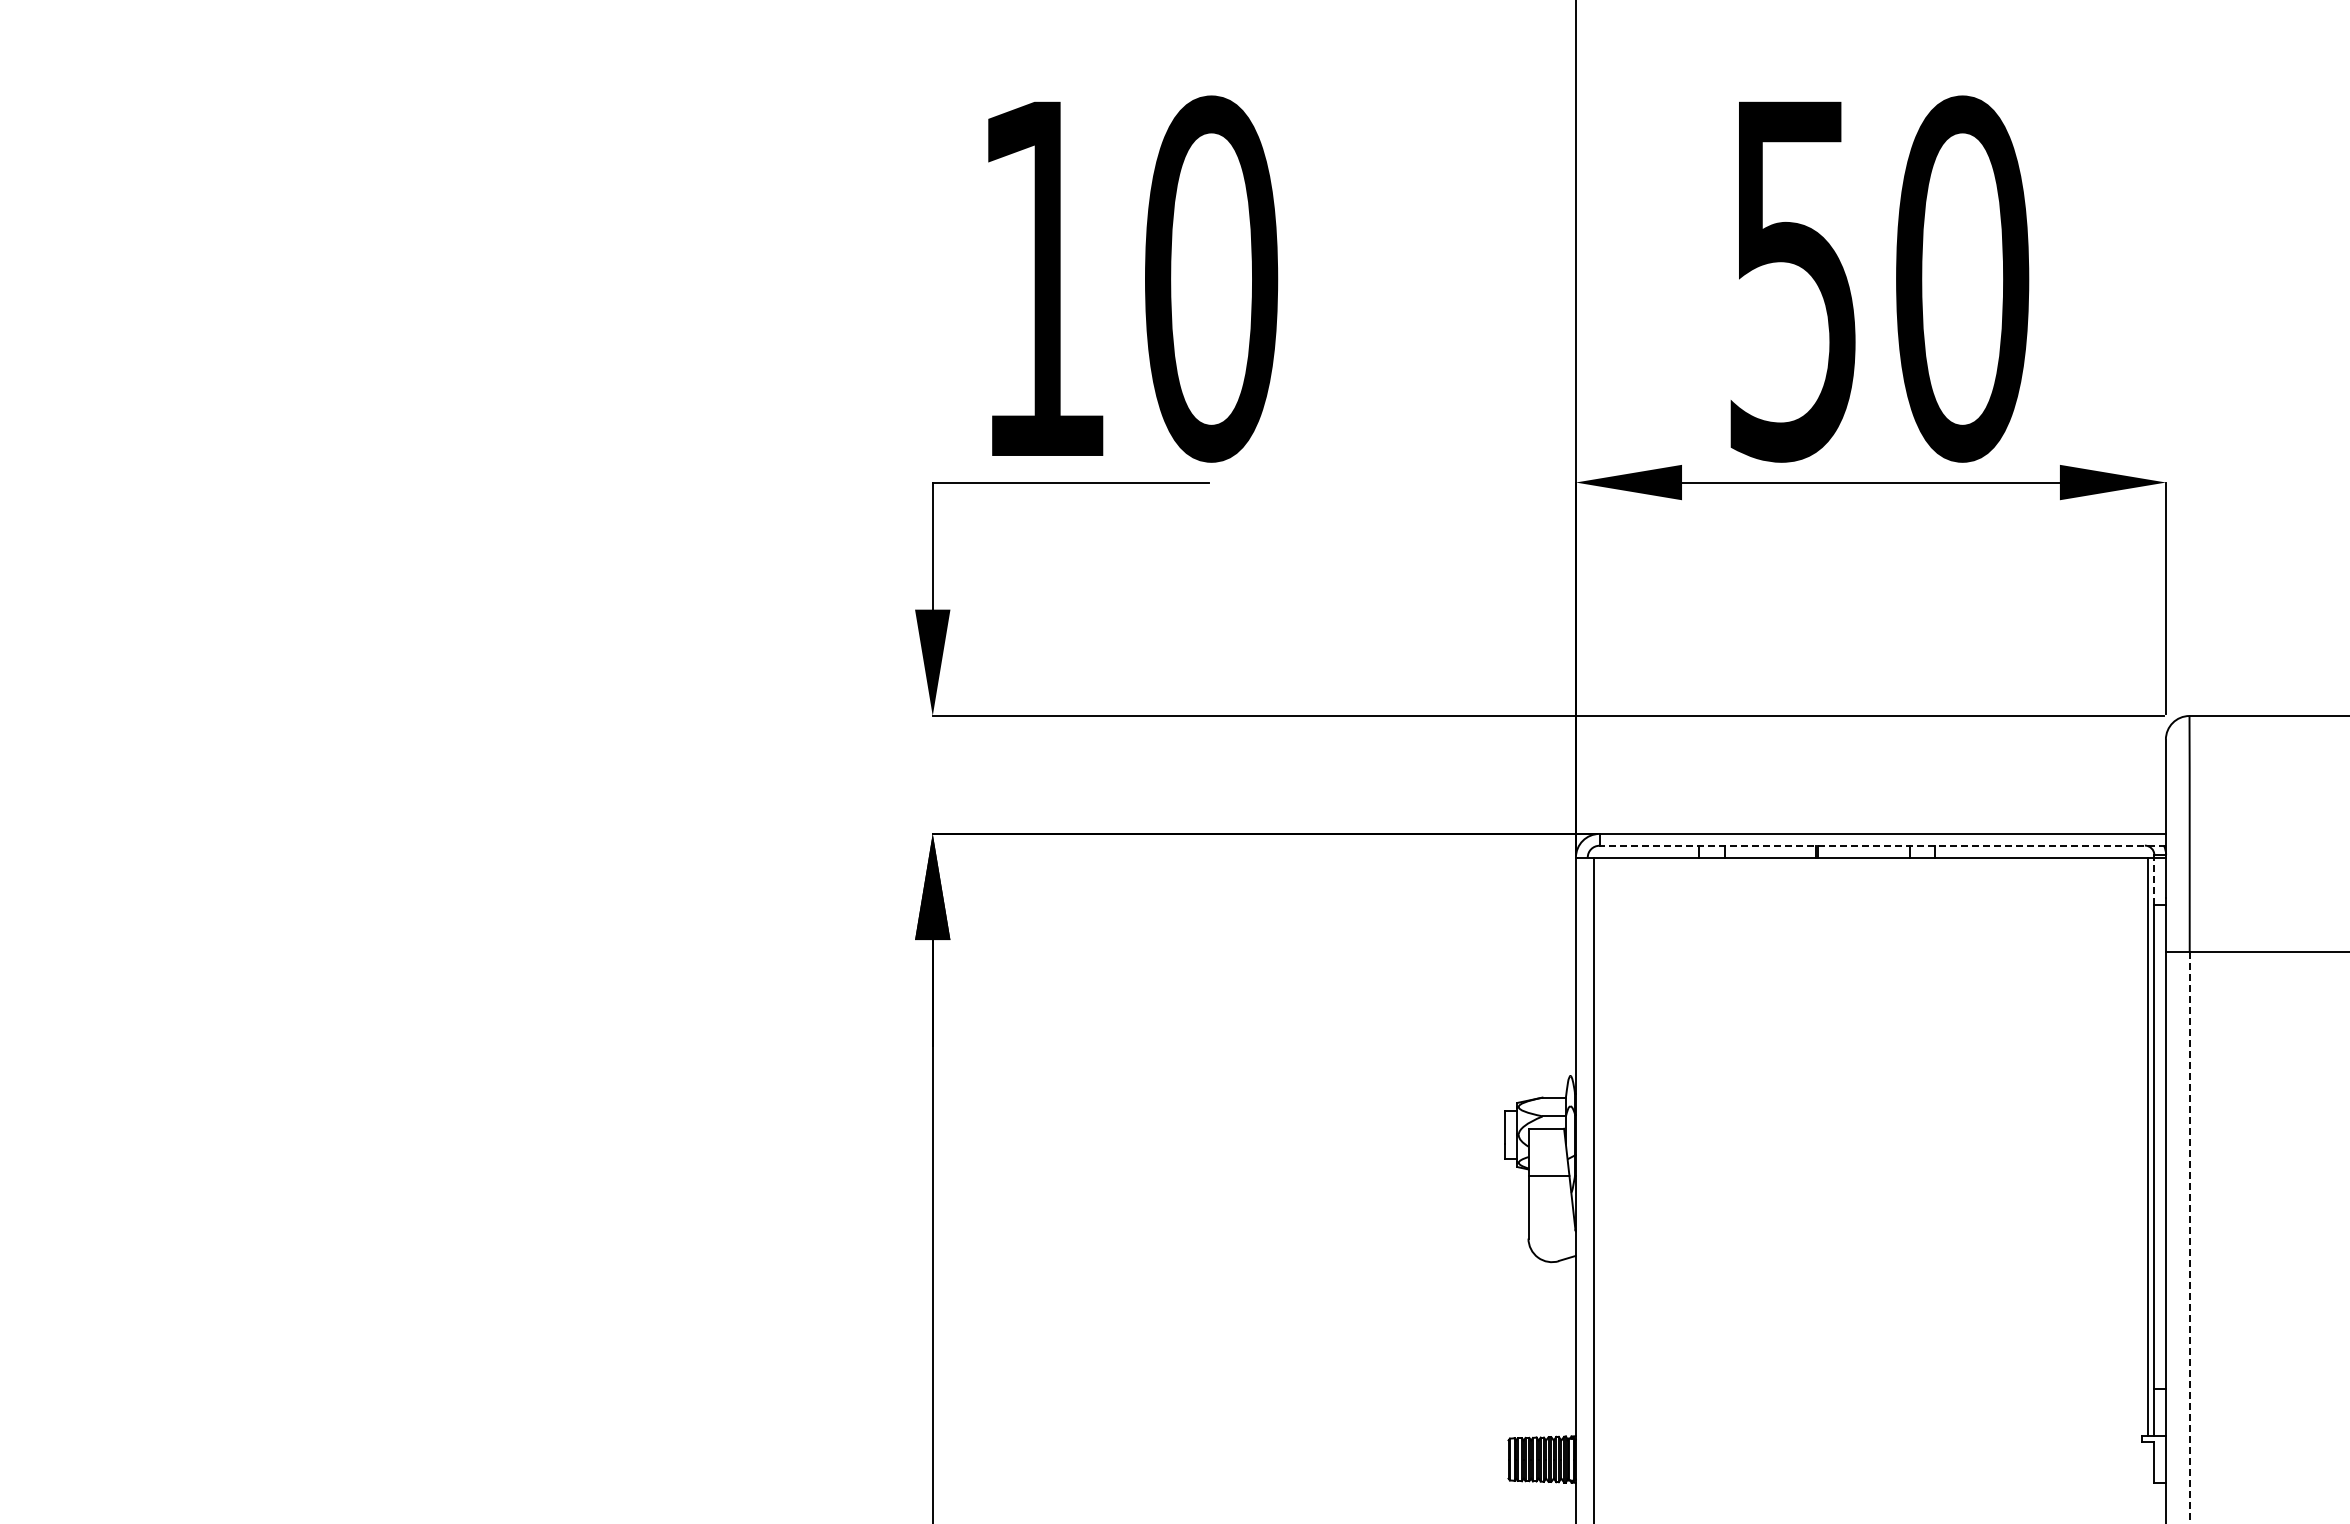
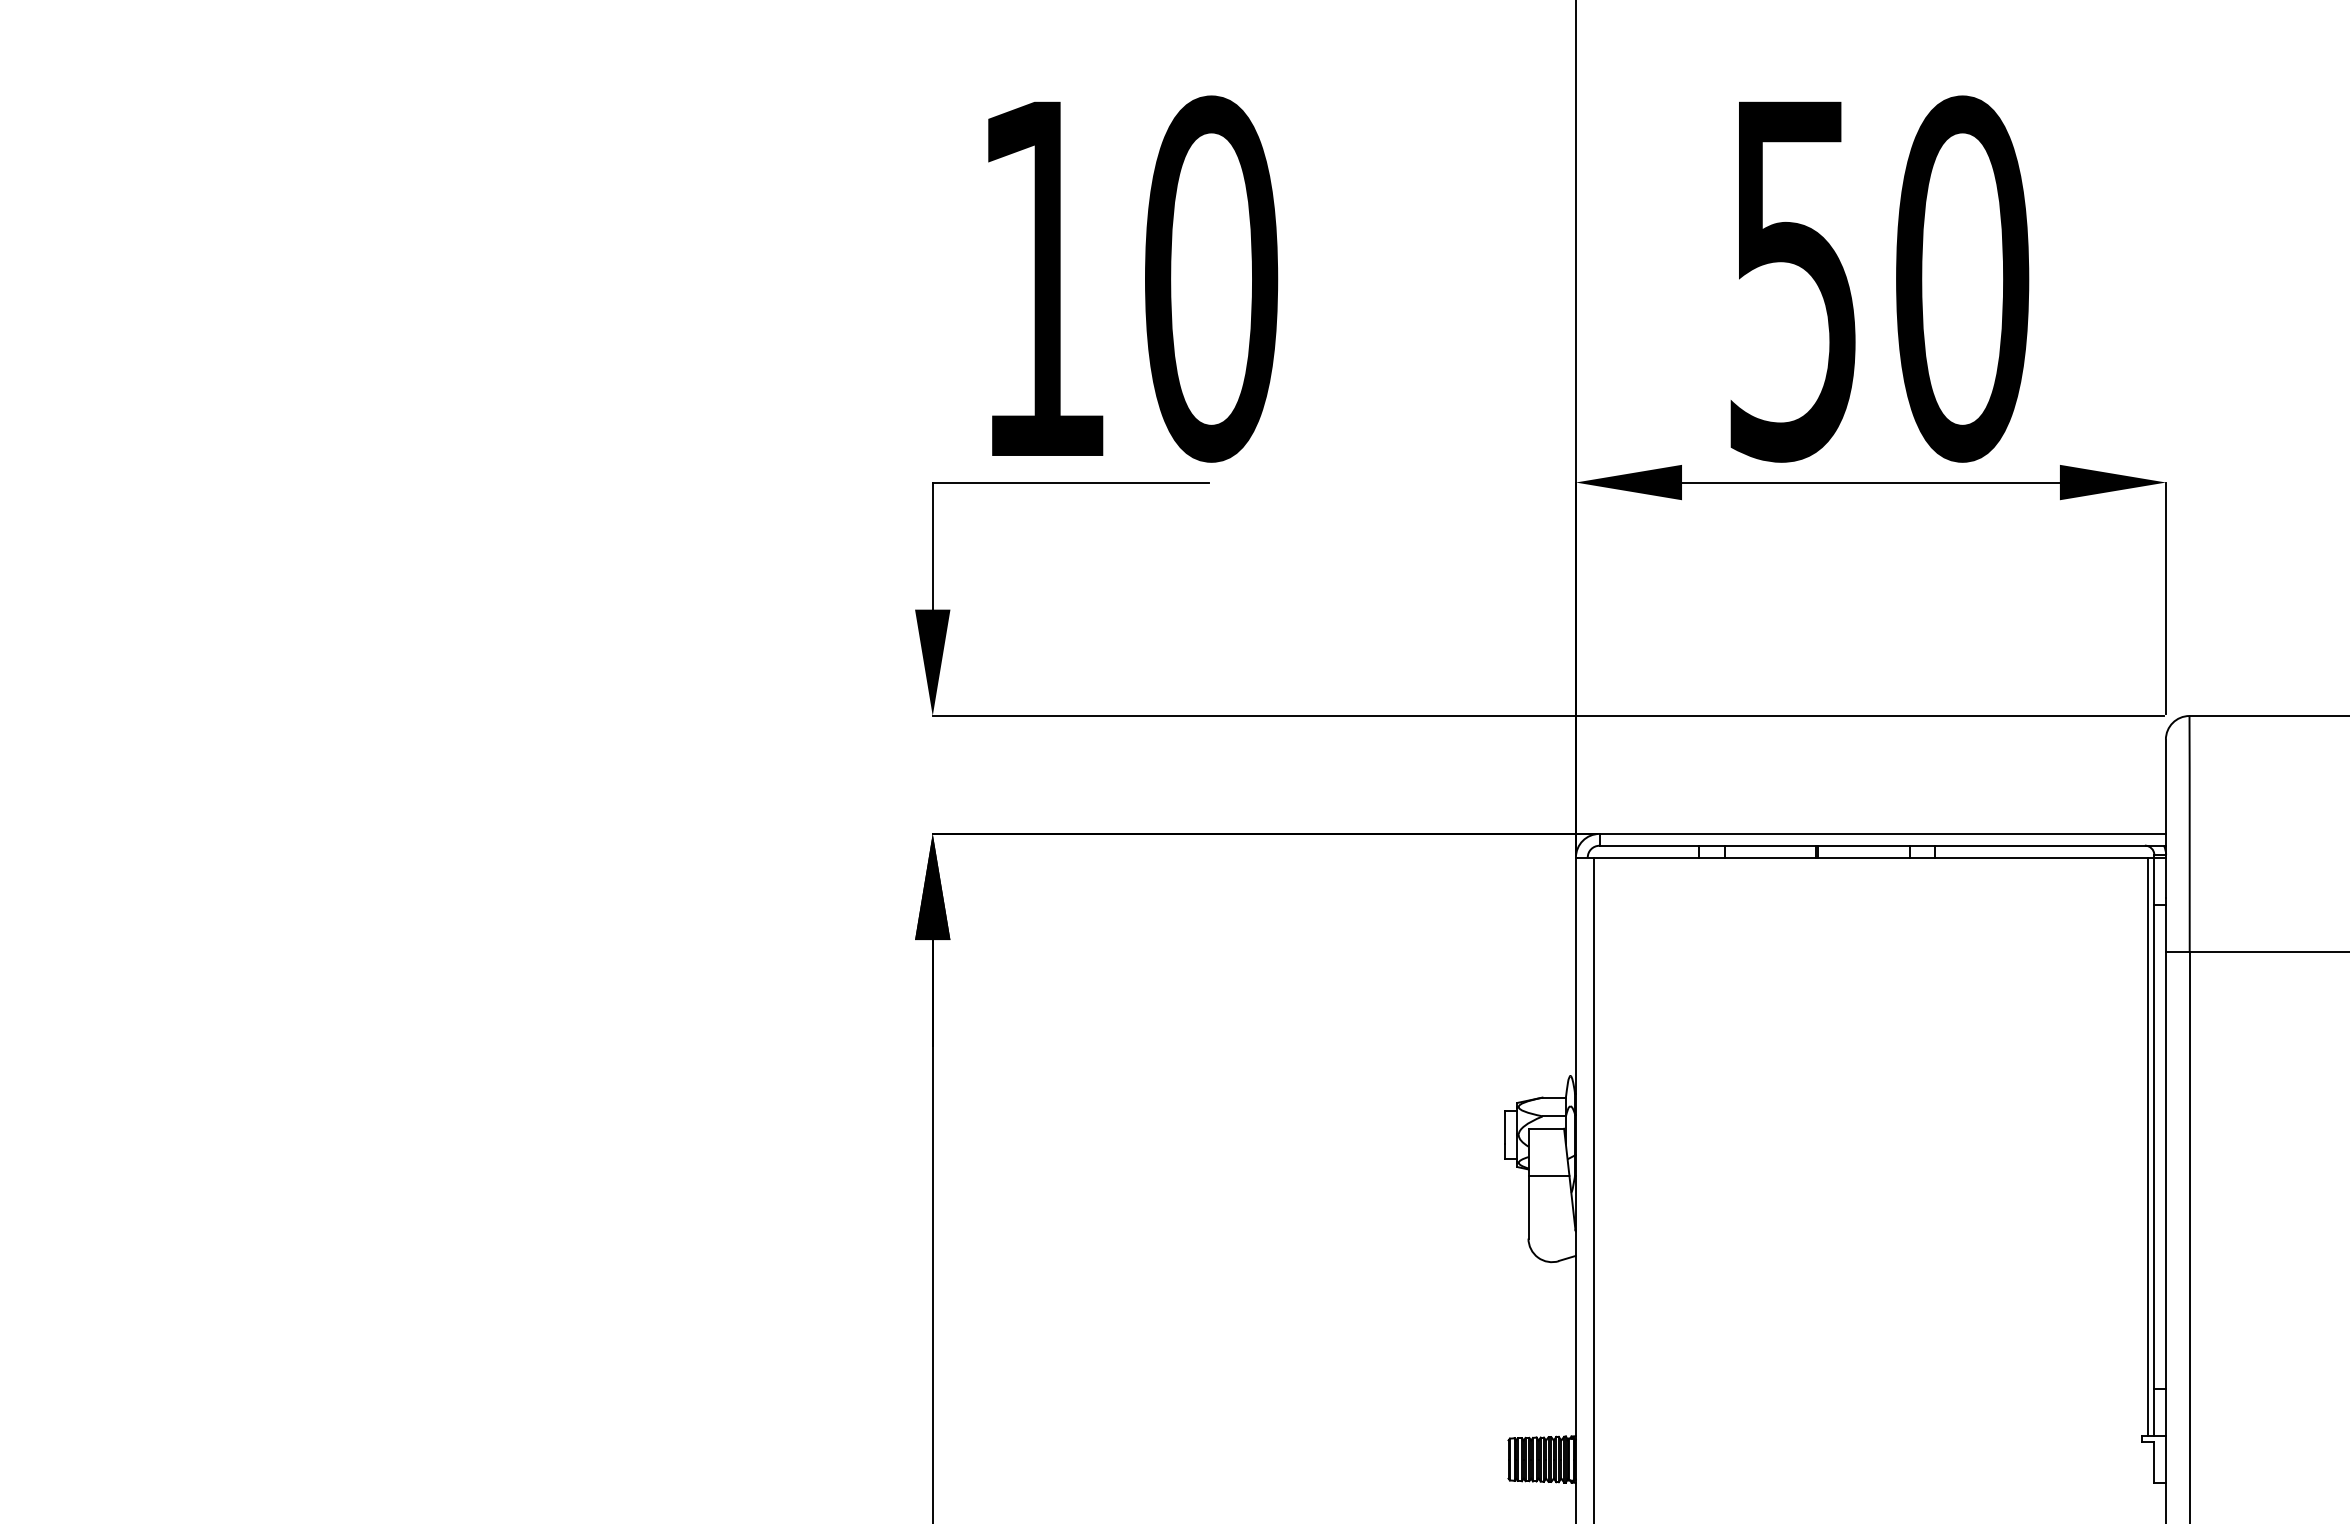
line at (1882, 845): dashed -> solid
line at (2154, 881): dashed -> solid
line at (2189, 1237): dashed -> solid
